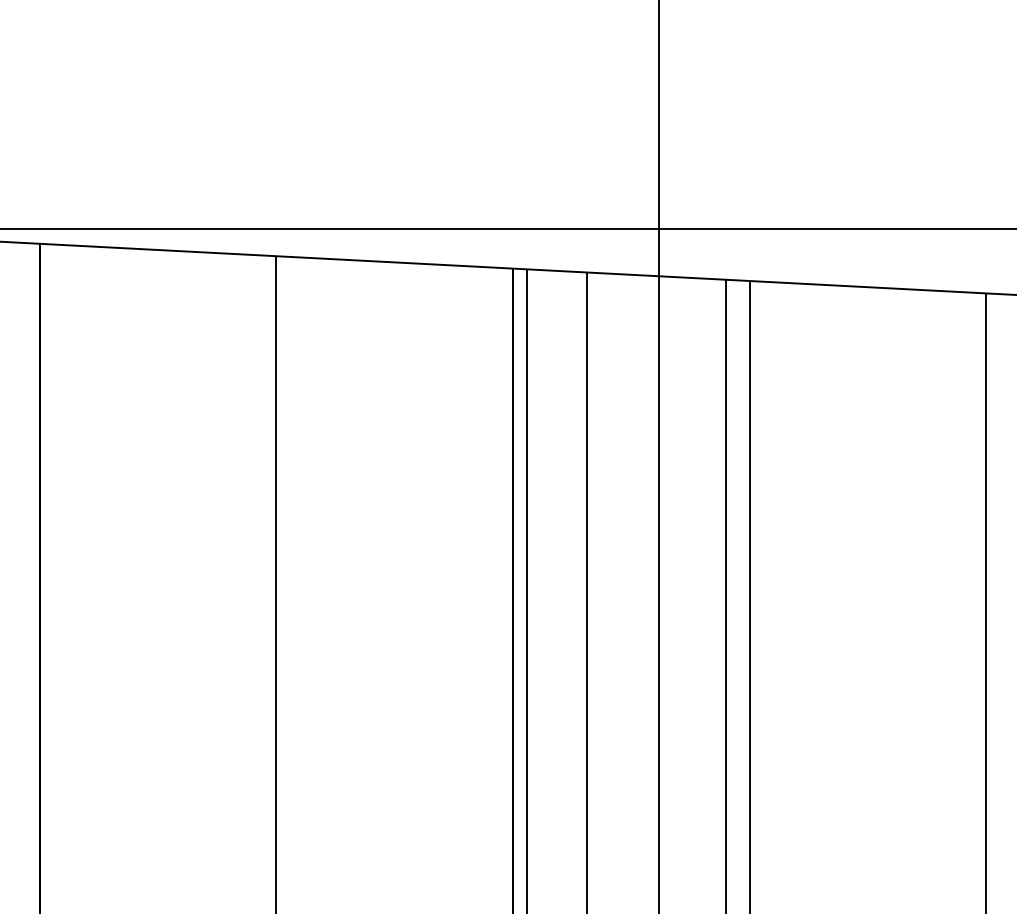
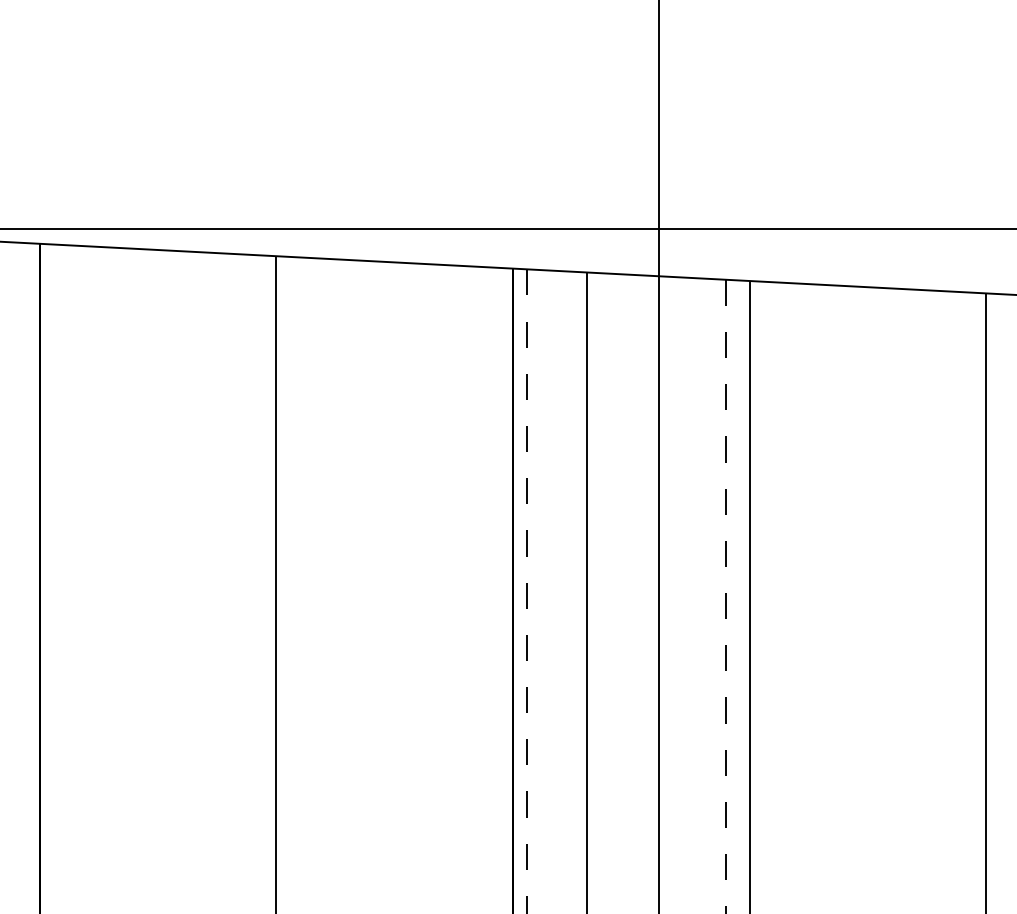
line at (526, 591): solid -> dashed
line at (726, 596): solid -> dashed
